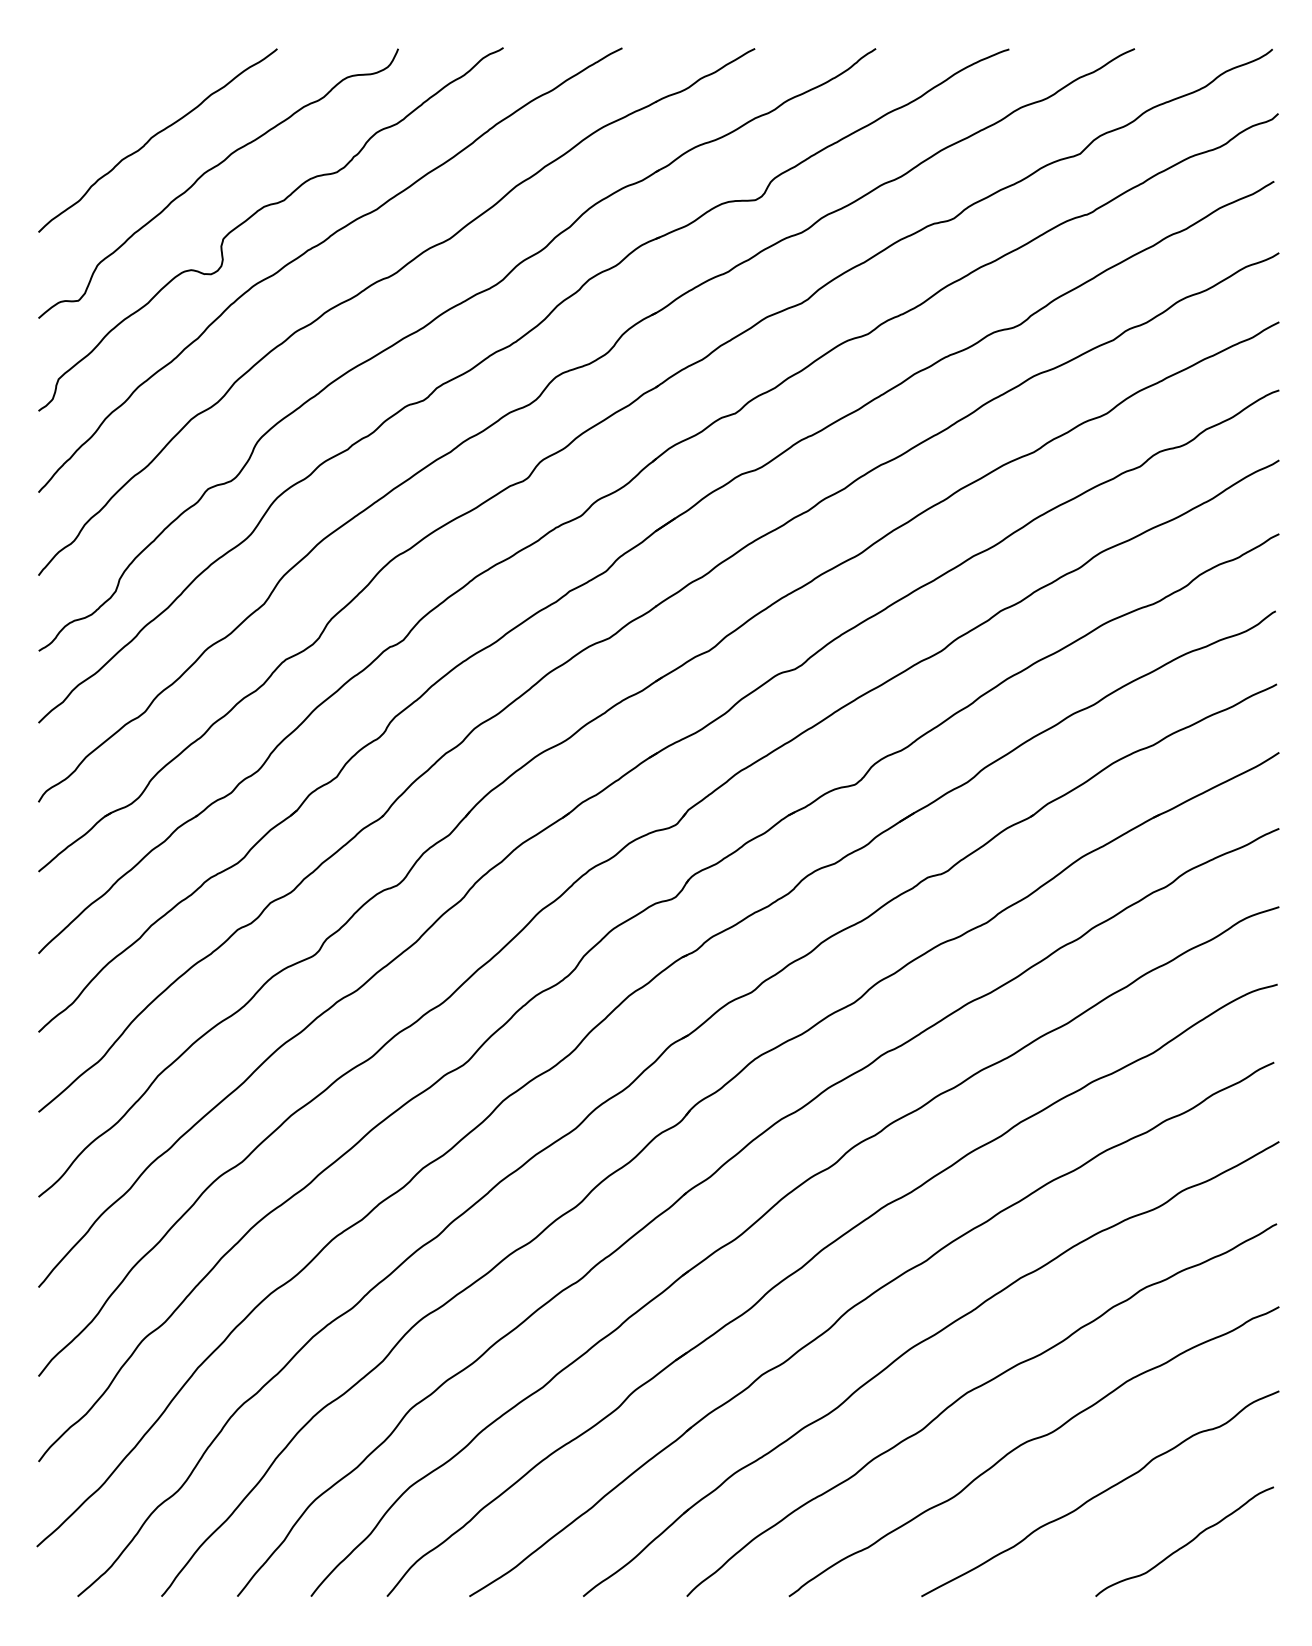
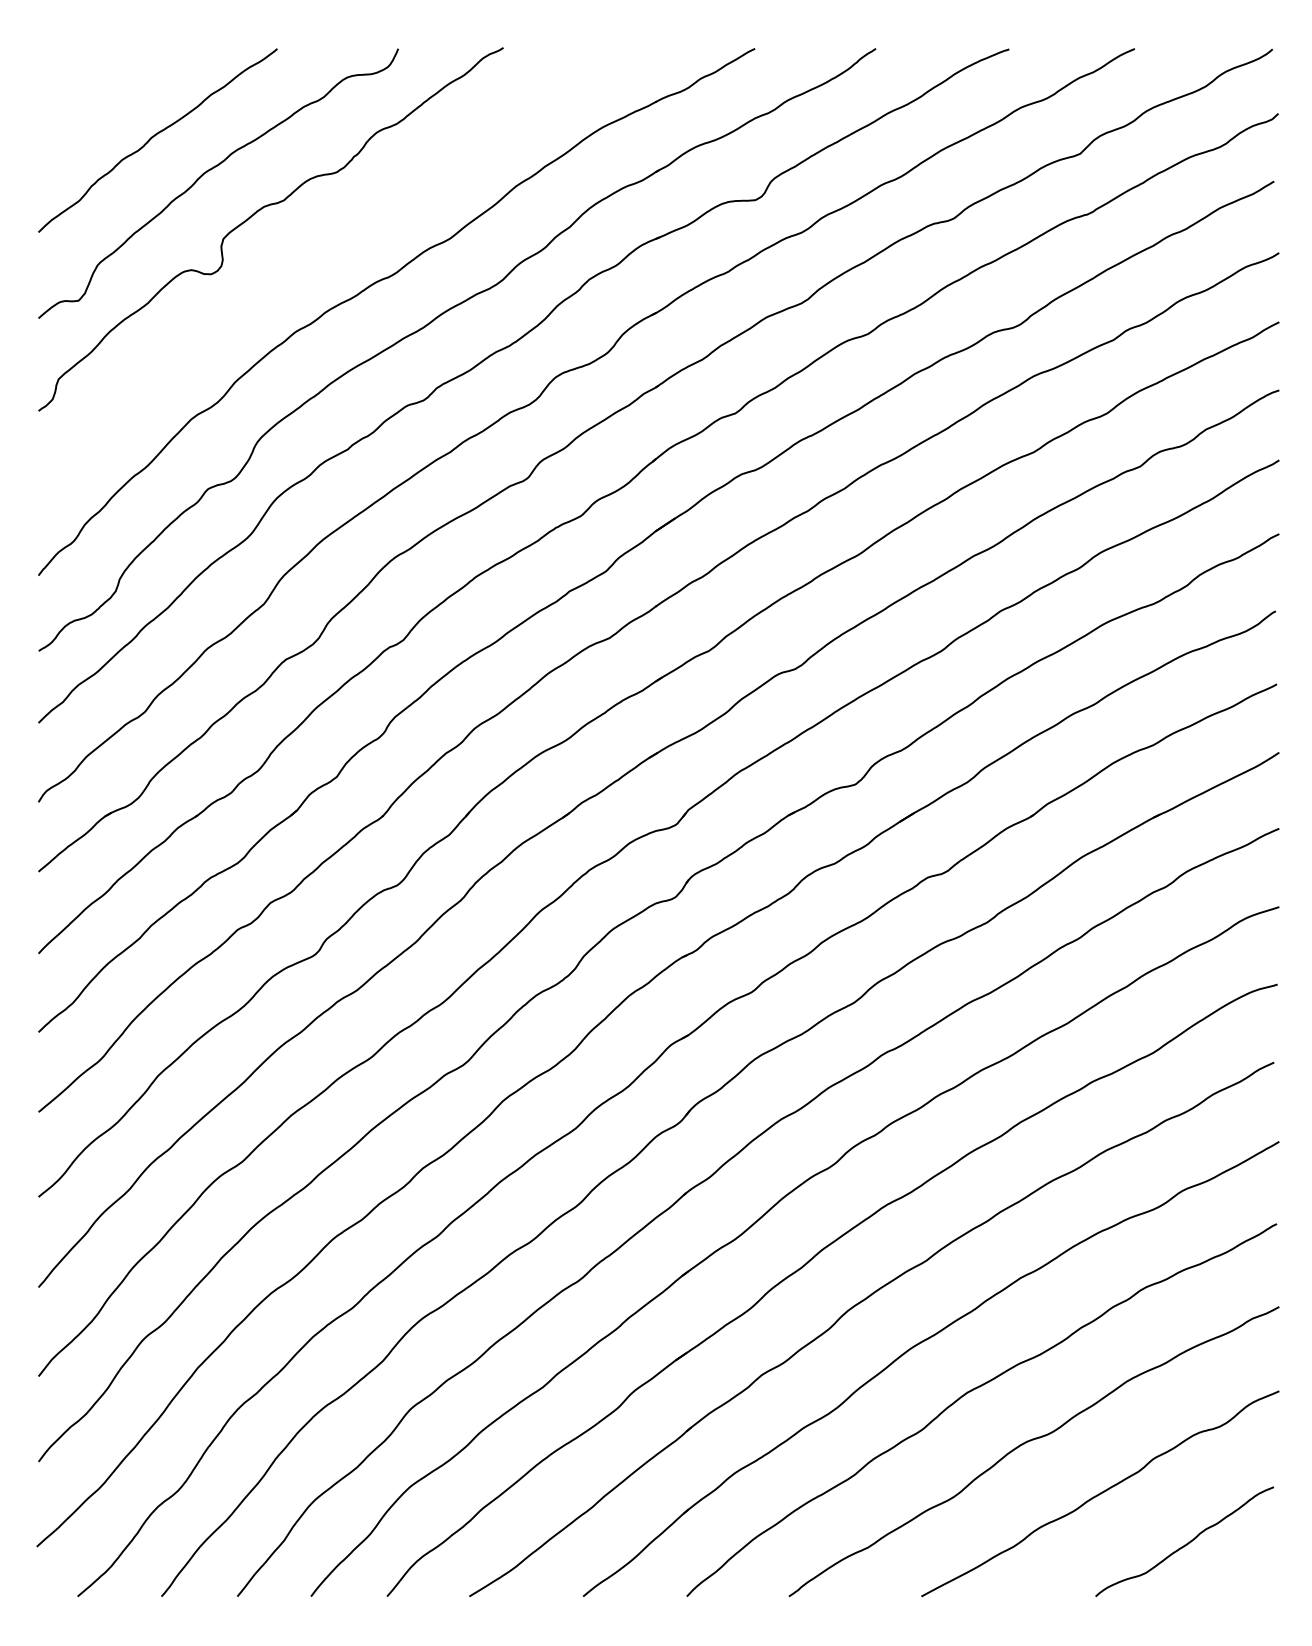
curve at (319, 245): present -> none
